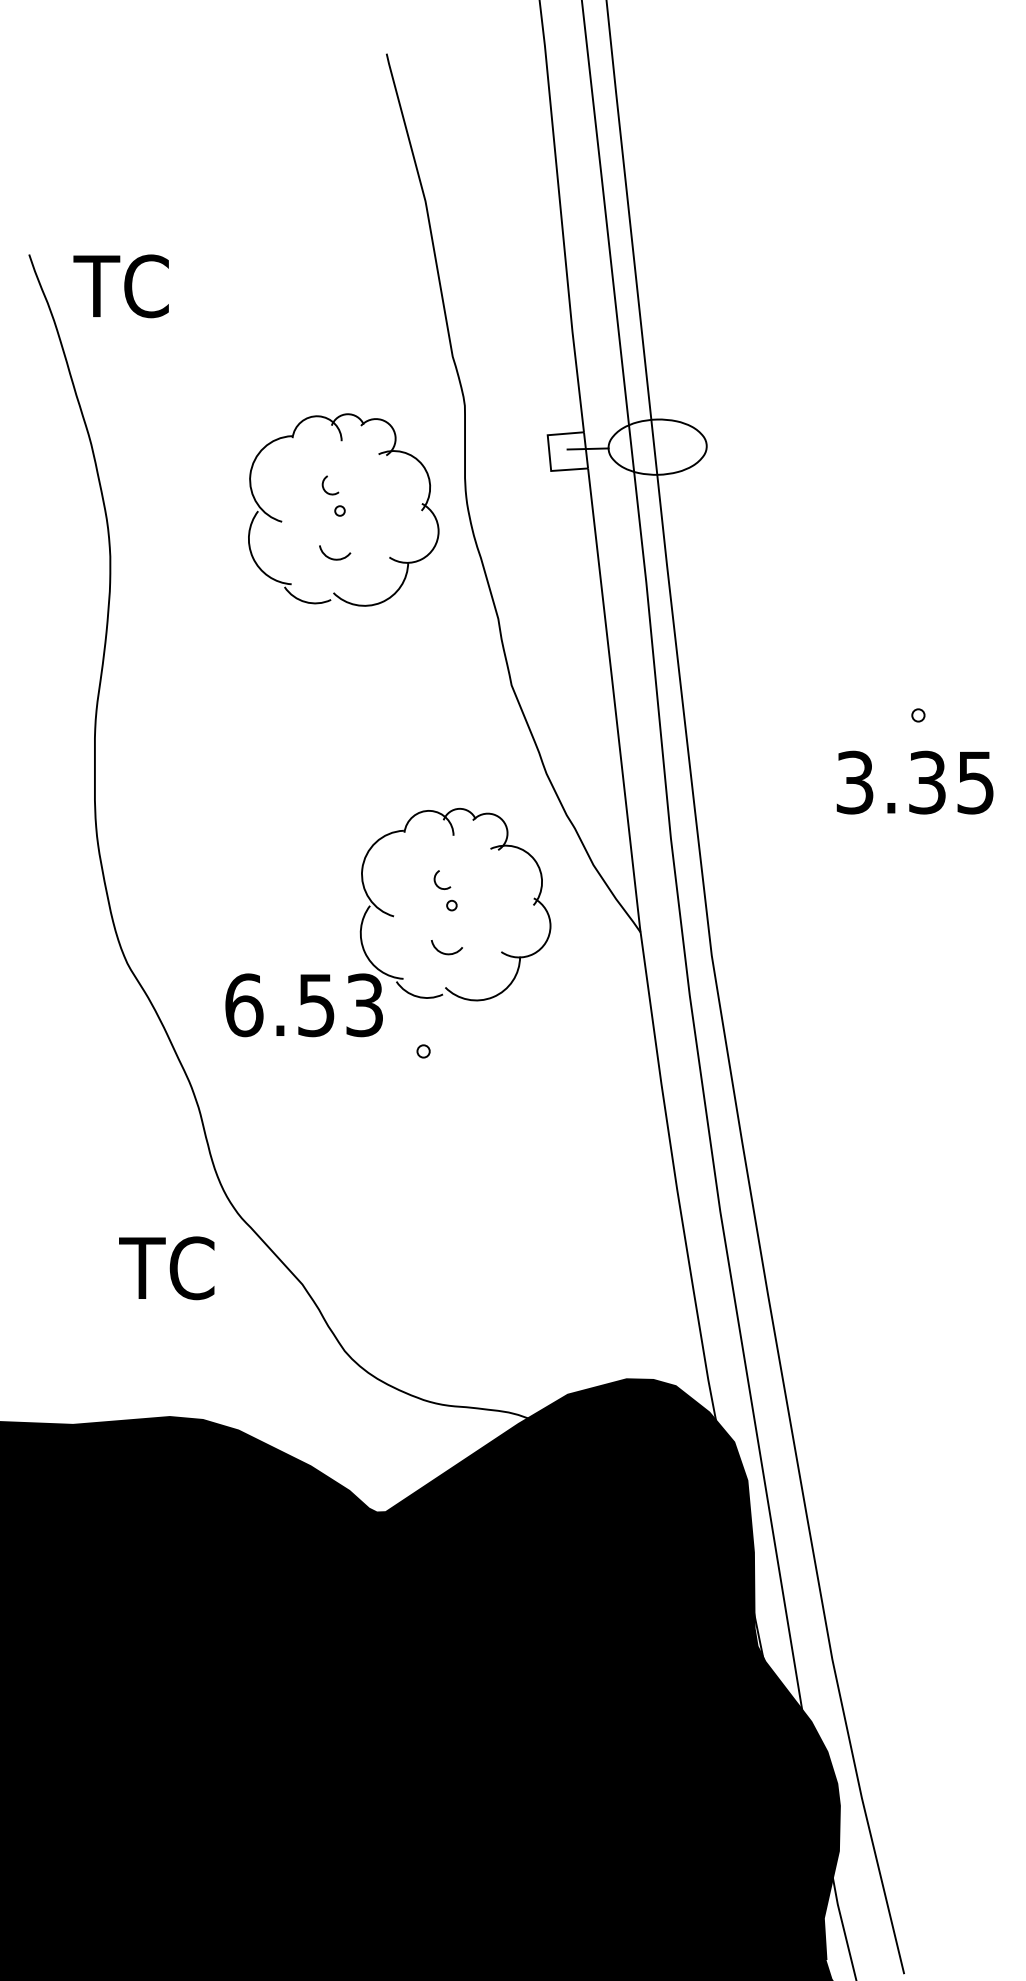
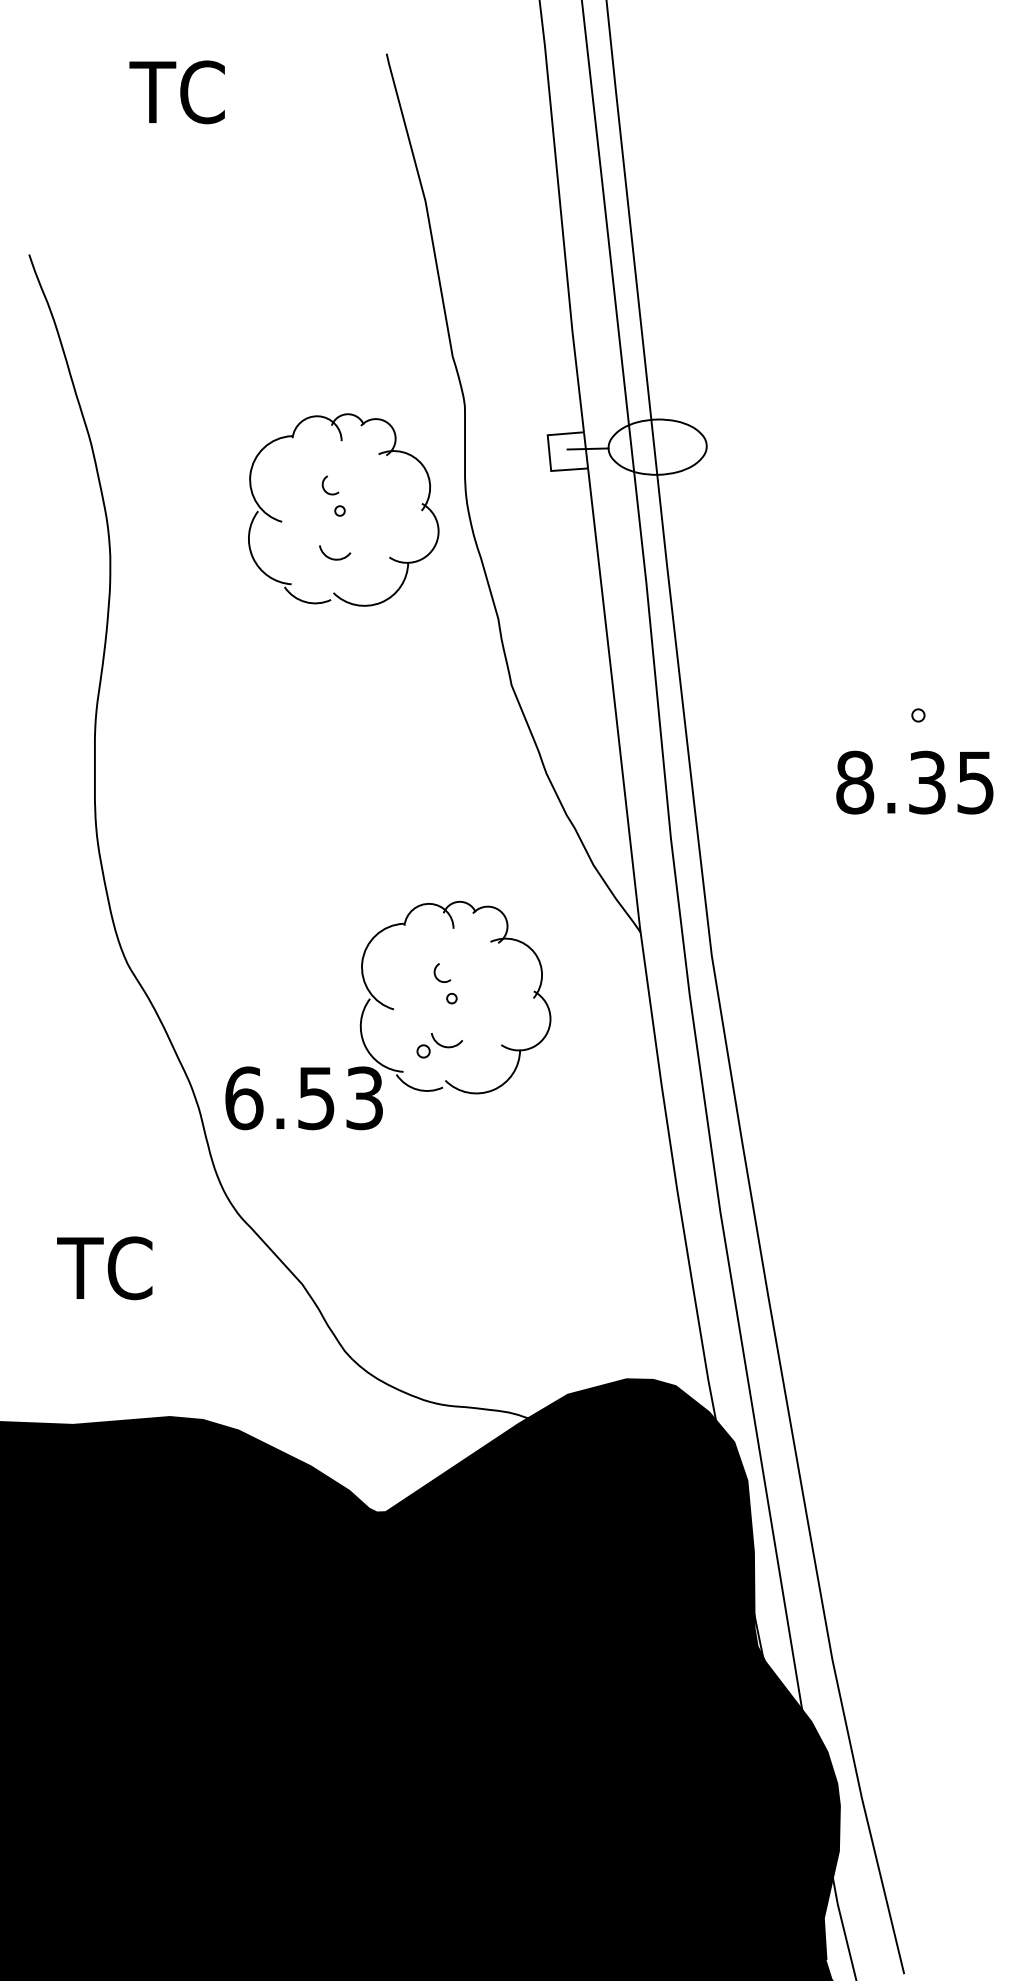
text at (120, 286) position: (120, 286) -> (176, 92)
text at (855, 782): 3.35 -> 8.35
part at (390, 916) position: (390, 916) -> (390, 1009)
text at (166, 1268) position: (166, 1268) -> (104, 1268)
